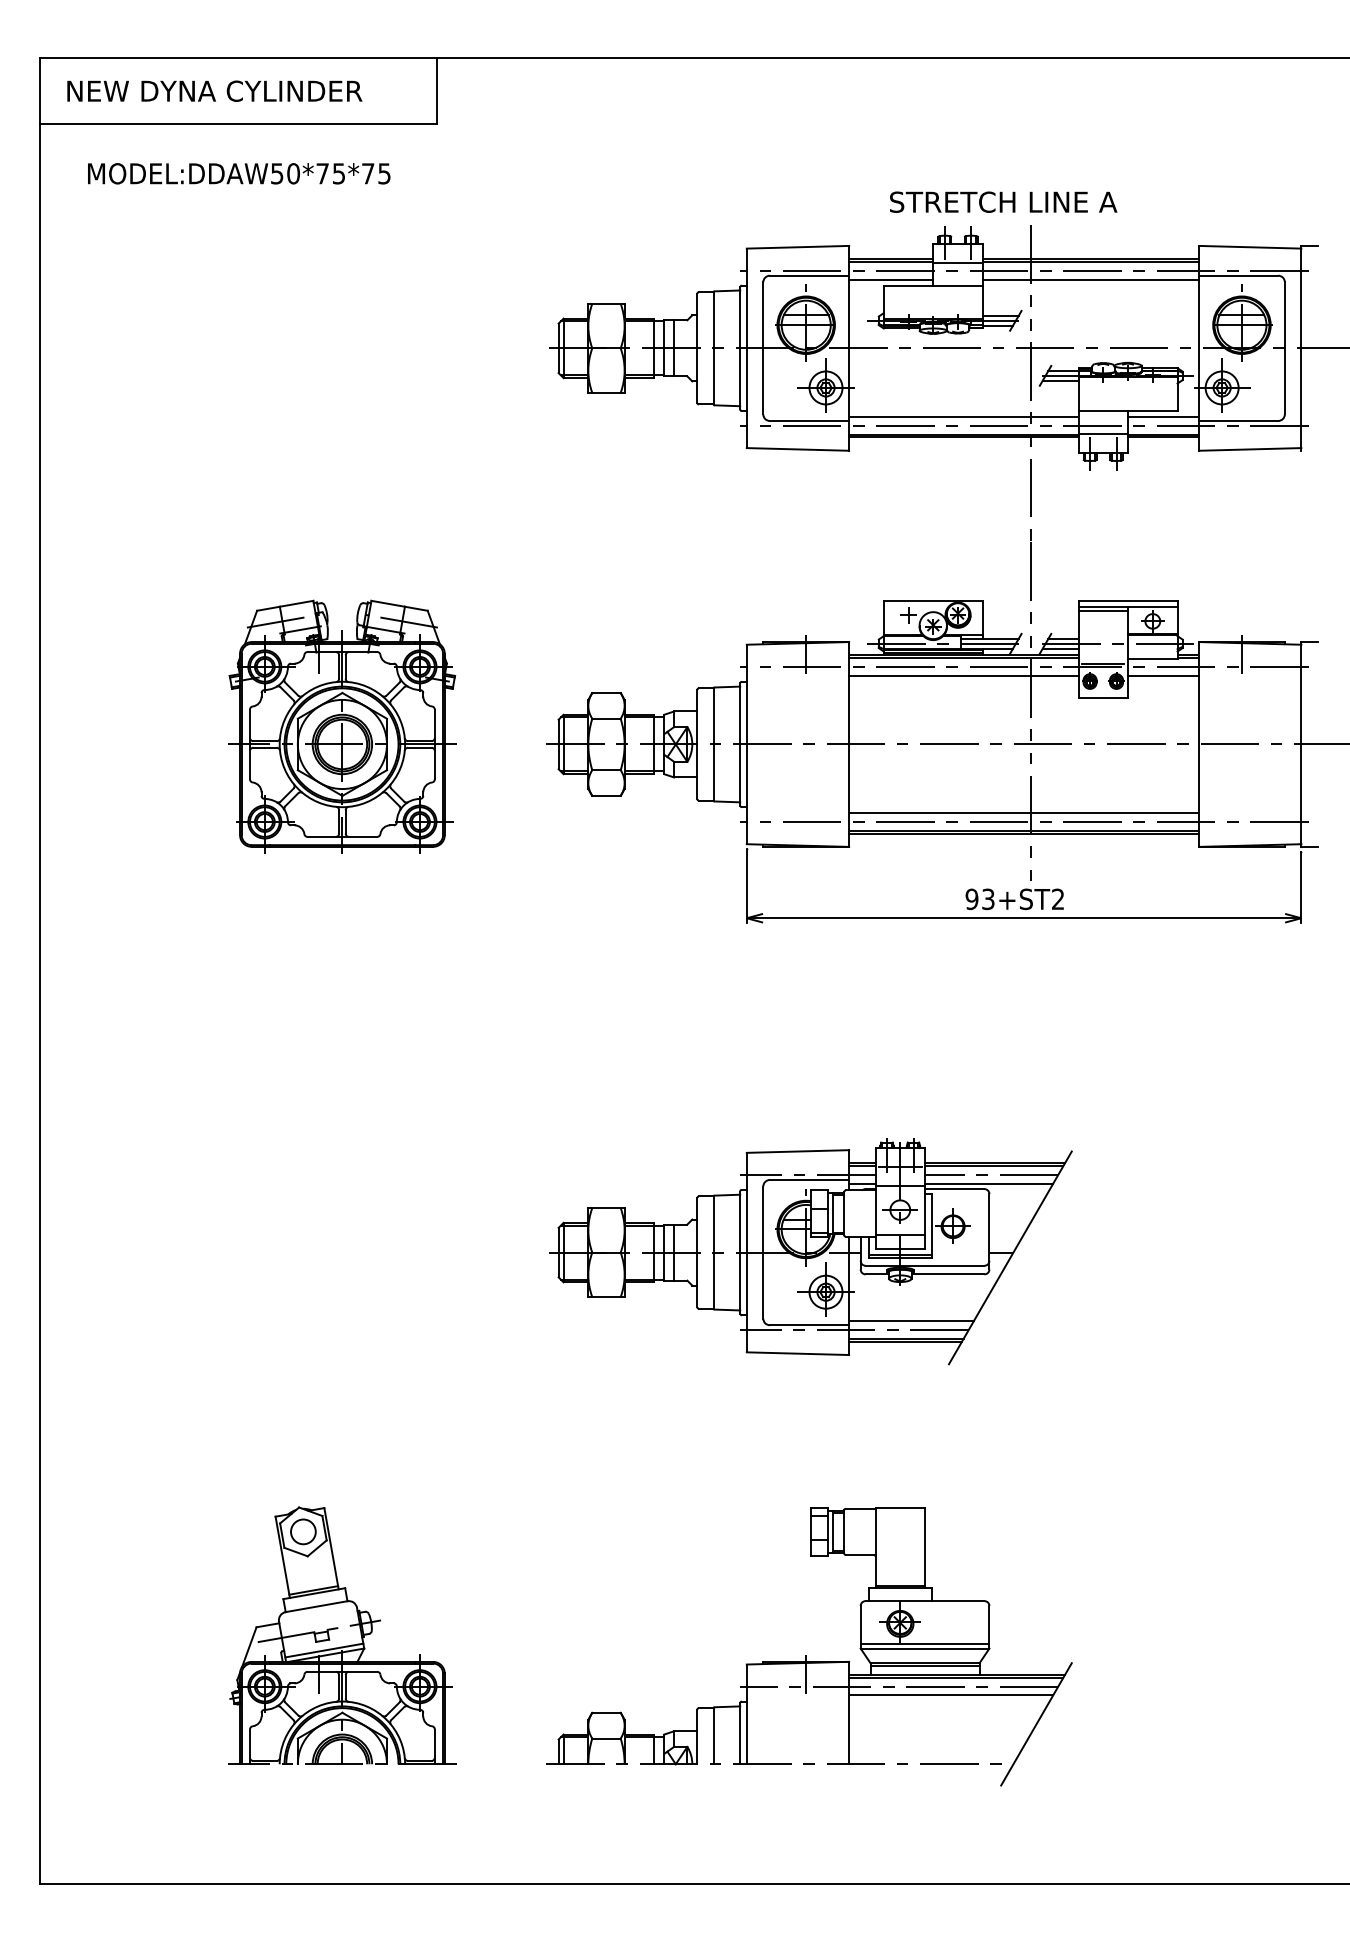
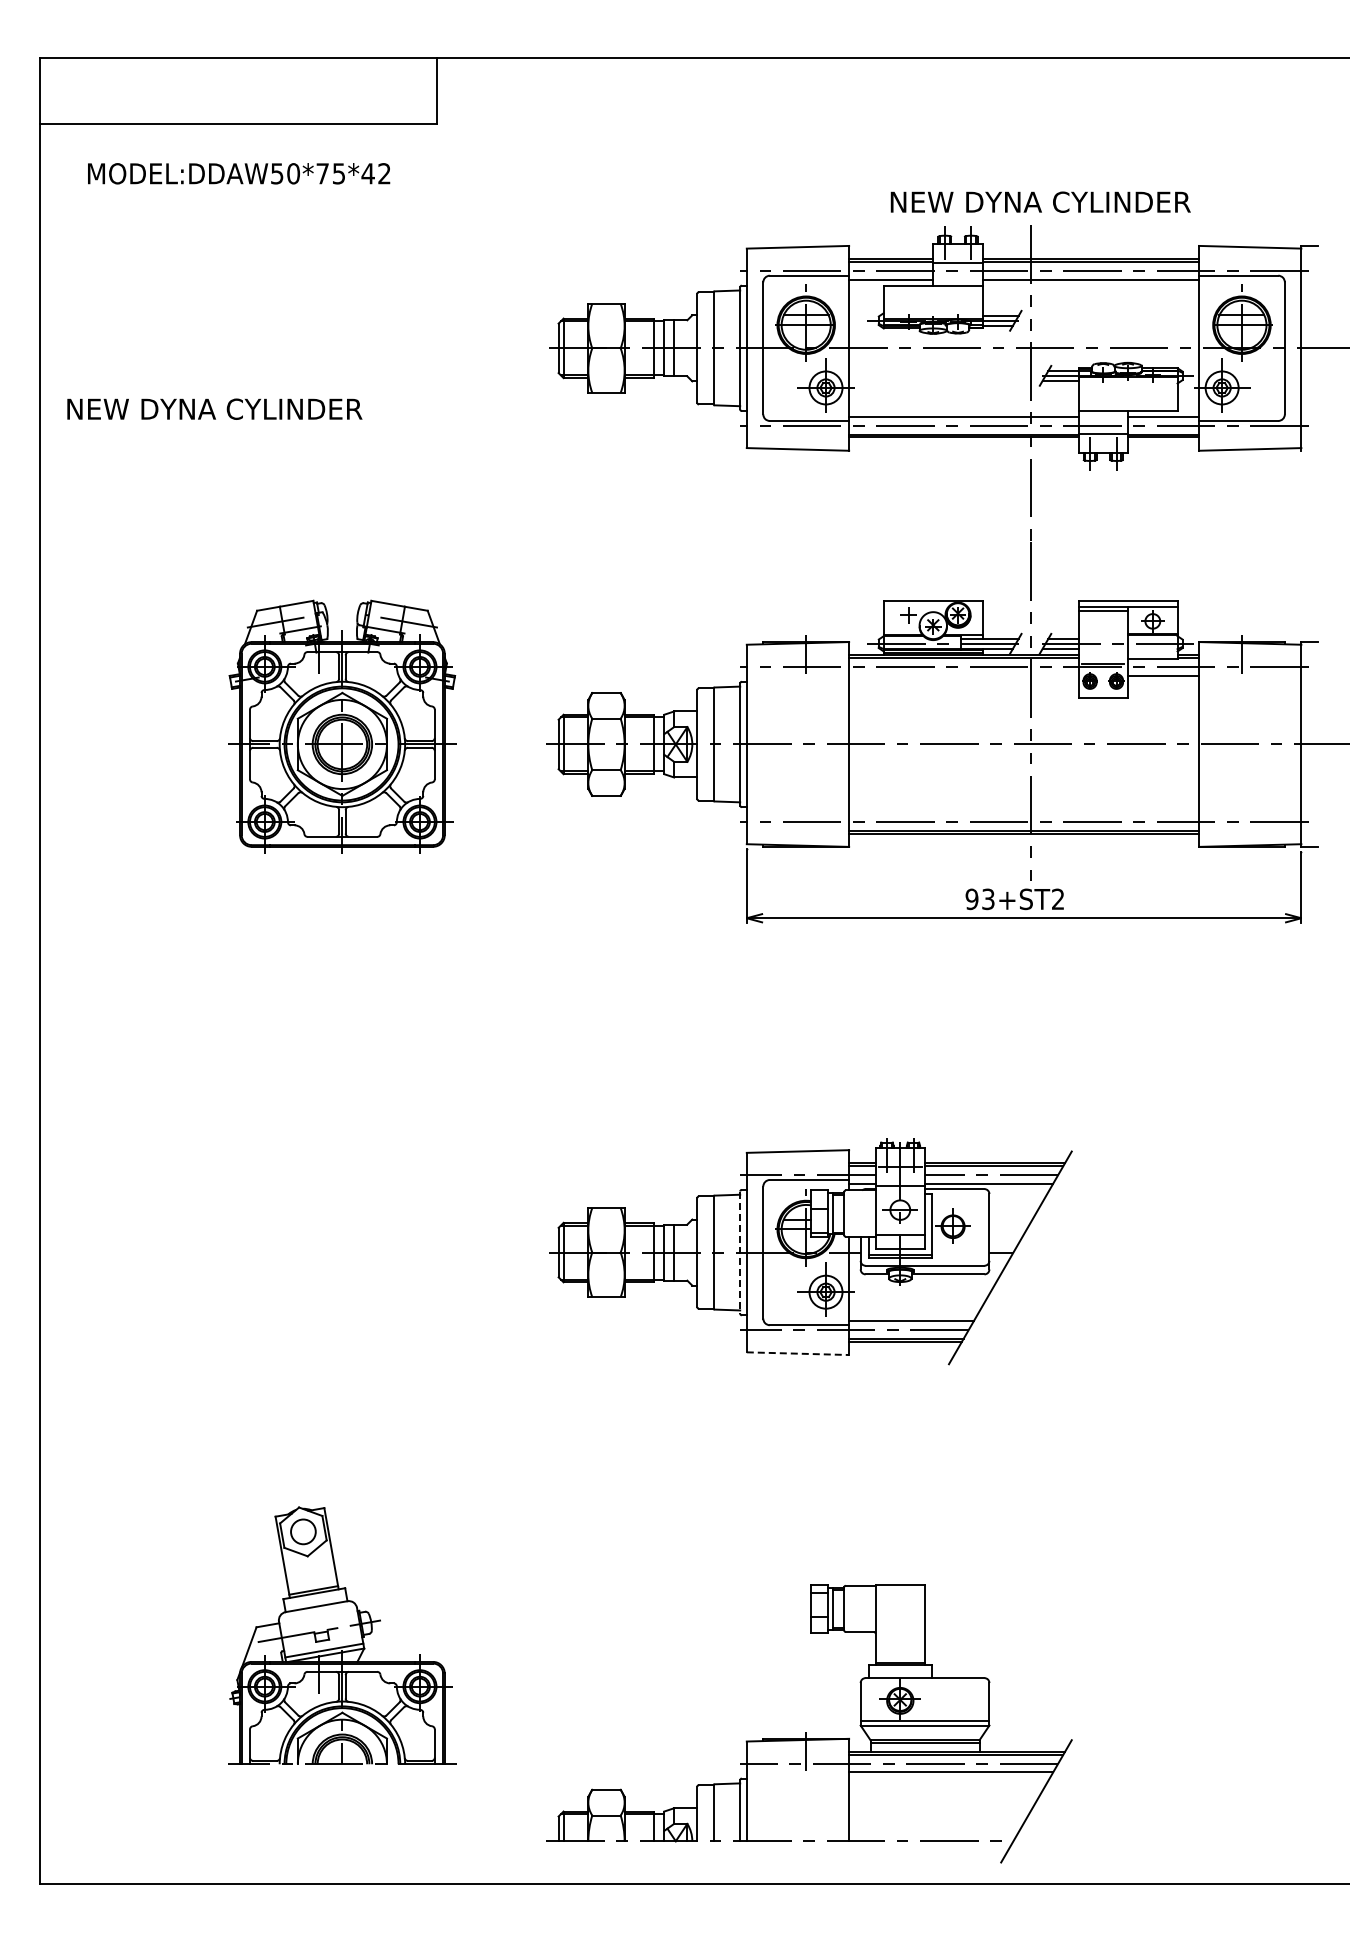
text at (214, 90) position: (214, 90) -> (214, 408)
text at (375, 173): MODEL:DDAW50*75*75 -> MODEL:DDAW50*75*42
text at (1040, 201): STRETCH LINE A -> NEW DYNA CYLINDER
line at (963, 675): present -> none
line at (1024, 813): present -> none
line at (740, 1253): solid -> dashed
line at (798, 1353): solid -> dashed
part at (806, 1655) position: (806, 1655) -> (806, 1732)
